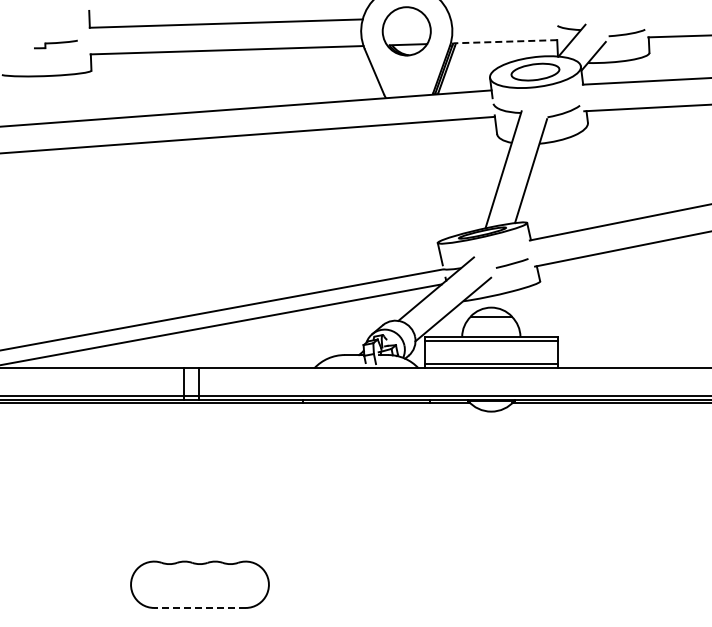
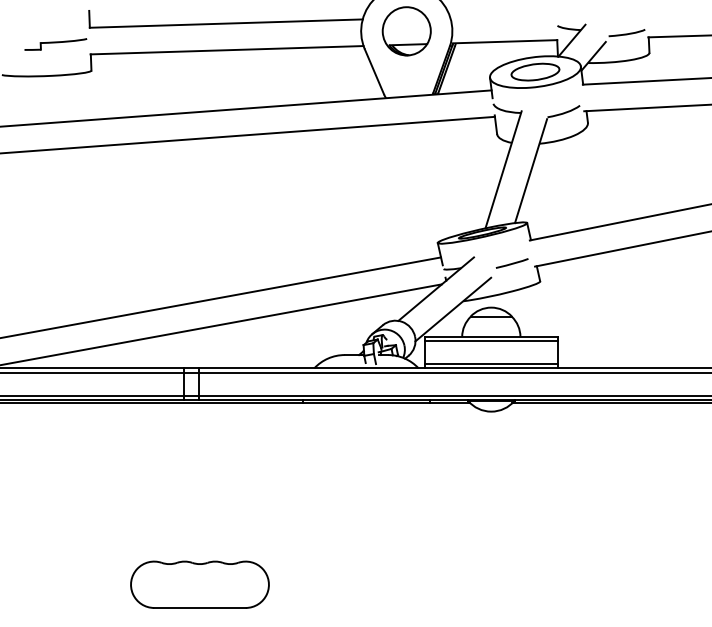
line at (505, 41): dashed -> solid
part at (55, 44) size: 44x11 px -> 64x13 px
line at (222, 309) position: (222, 309) -> (221, 297)
line at (355, 372): none -> present
line at (199, 607): dashed -> solid
